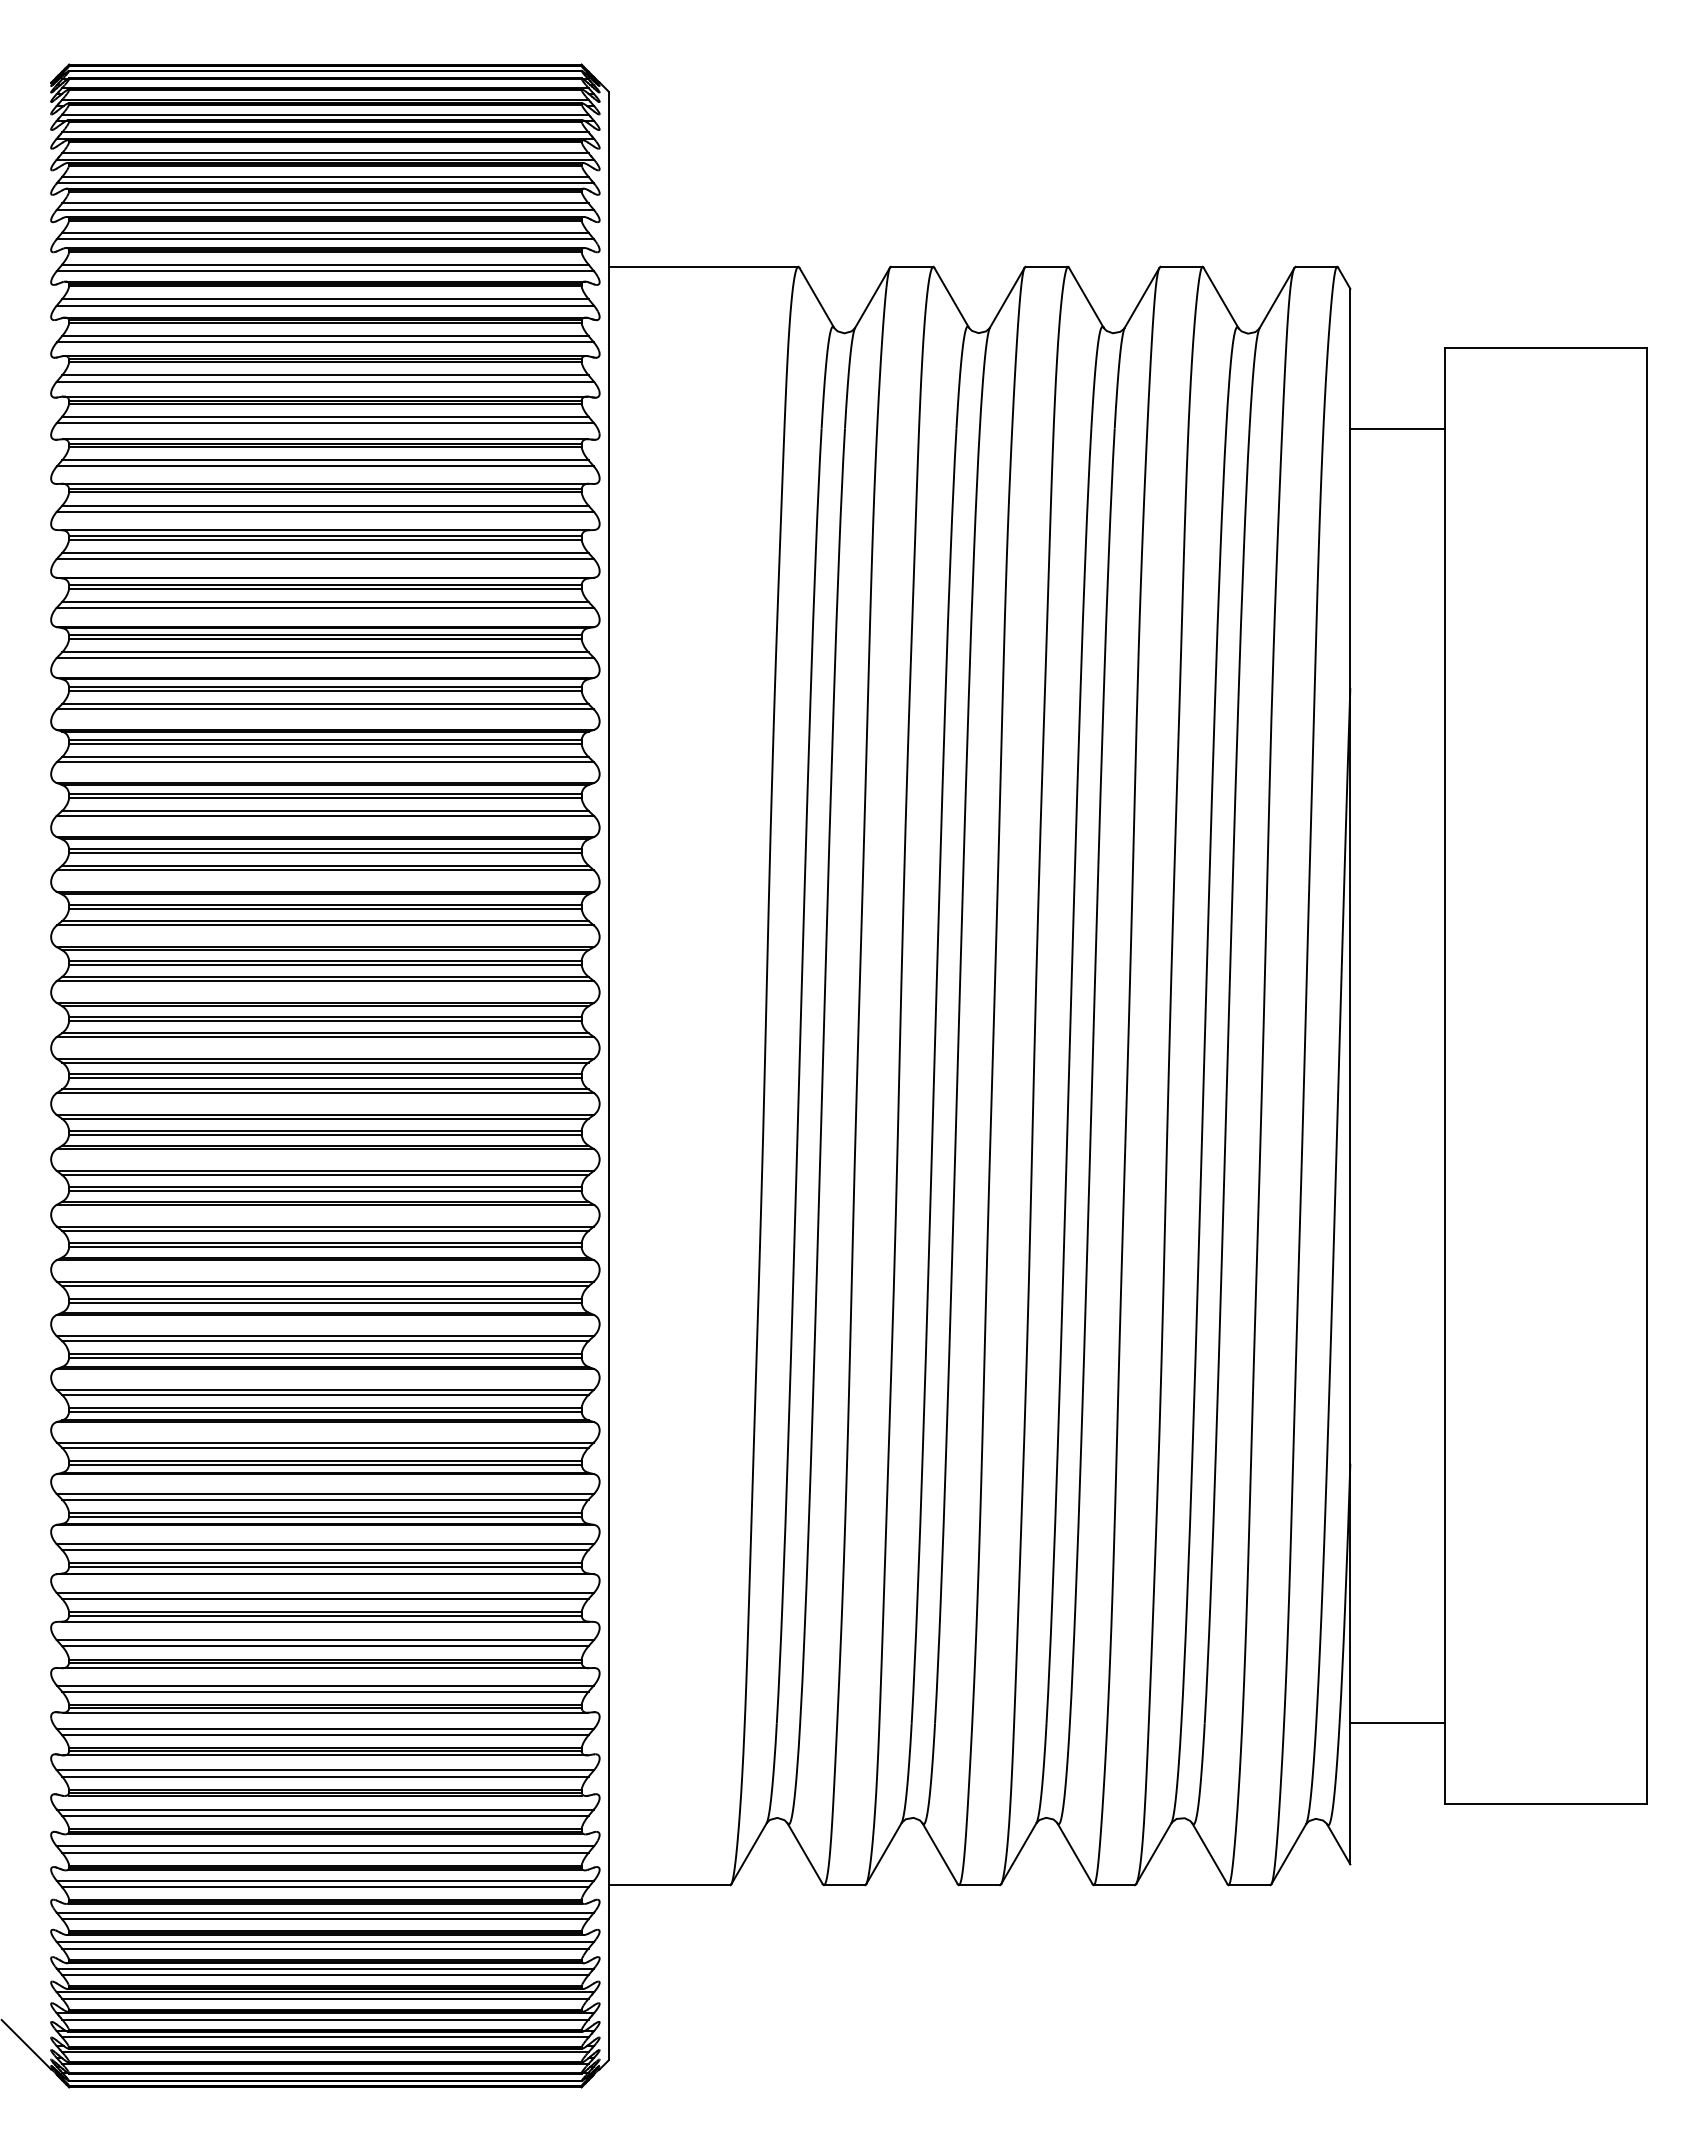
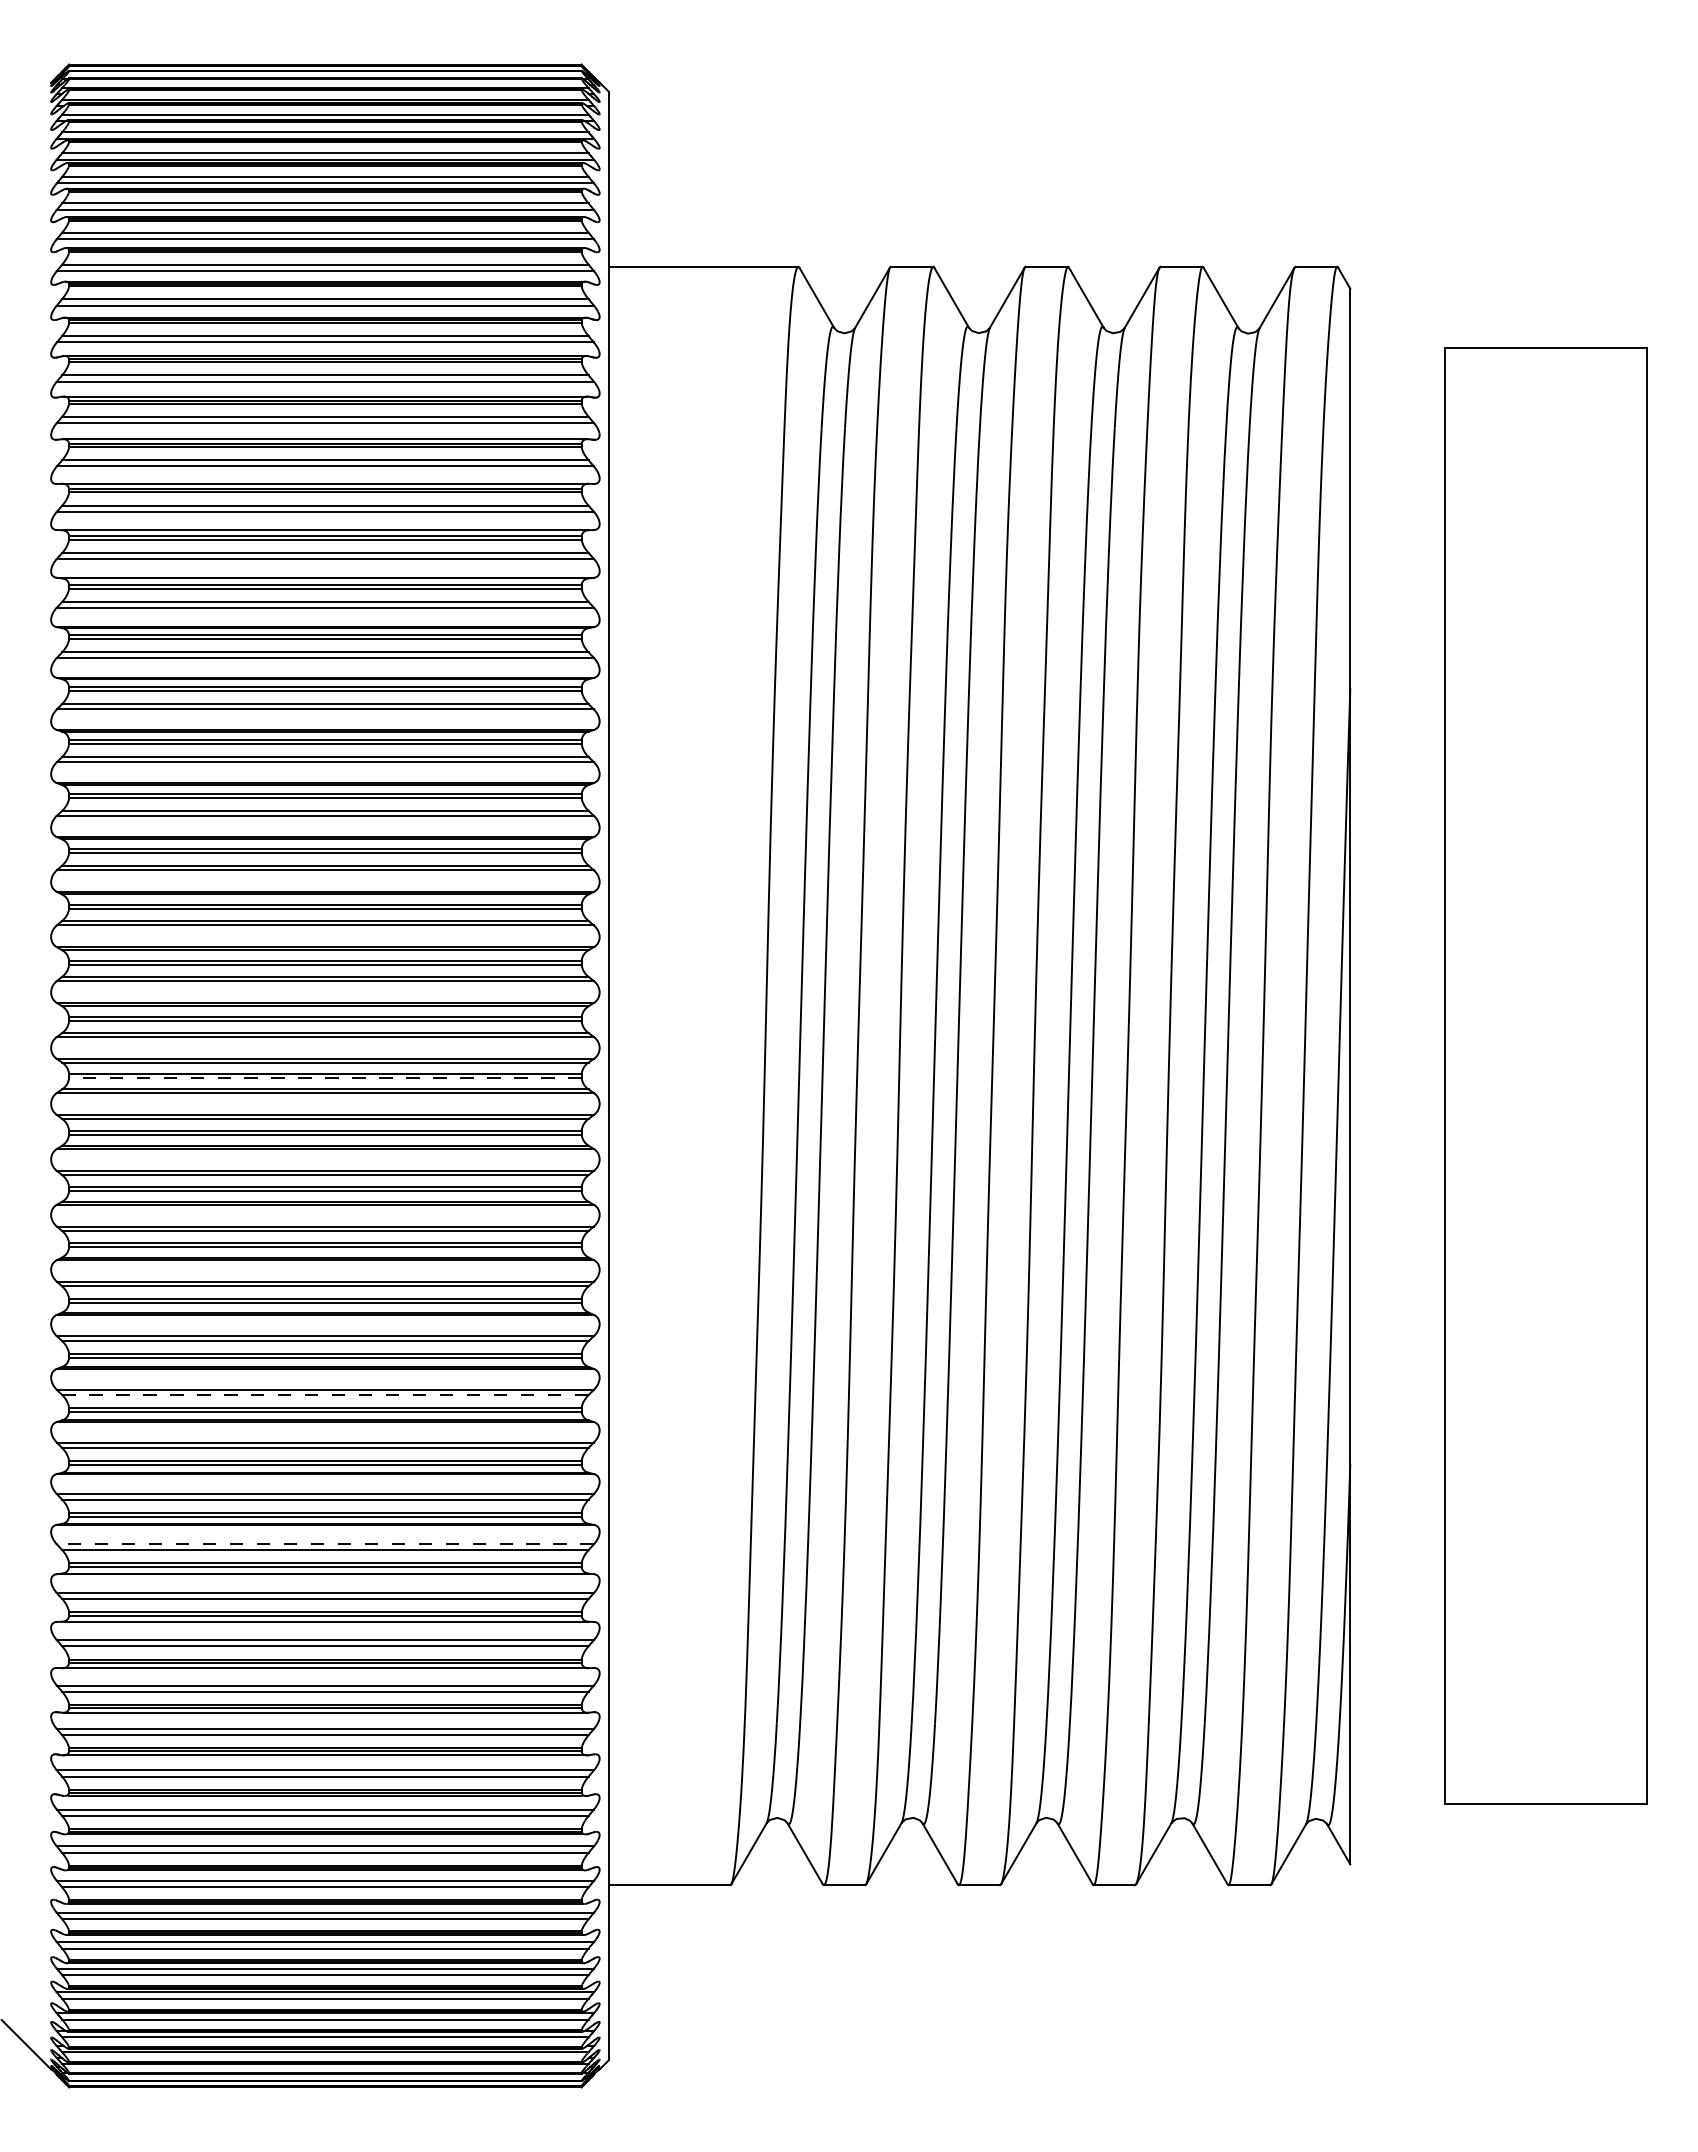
line at (1397, 428): present -> none
line at (324, 1078): solid -> dashed
line at (325, 1395): solid -> dashed
line at (325, 1544): solid -> dashed
line at (1397, 1723): present -> none
